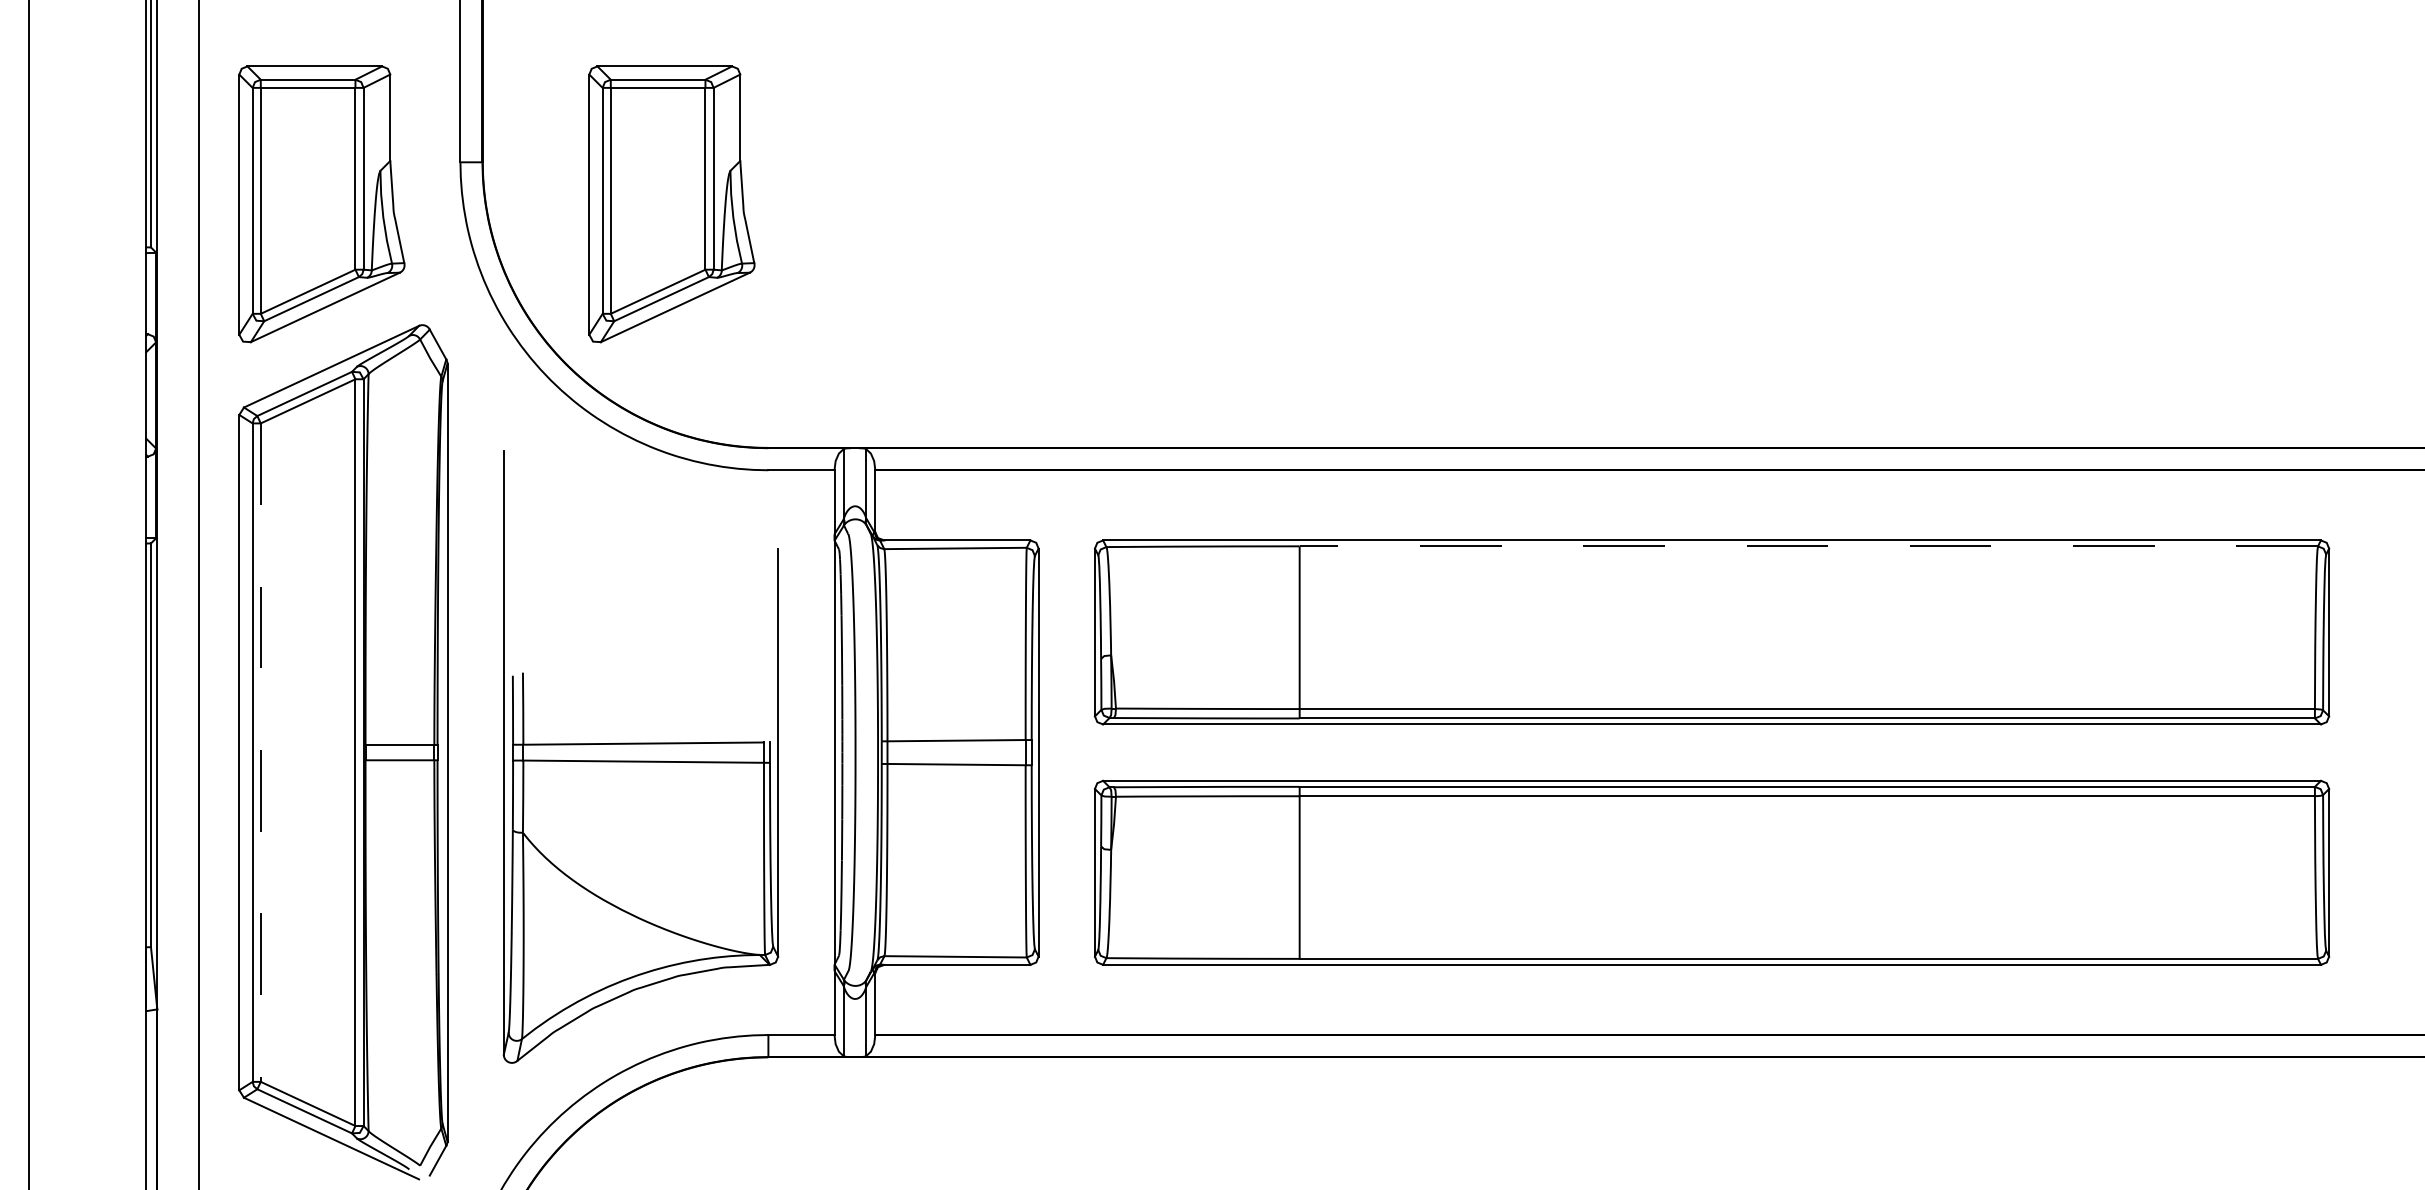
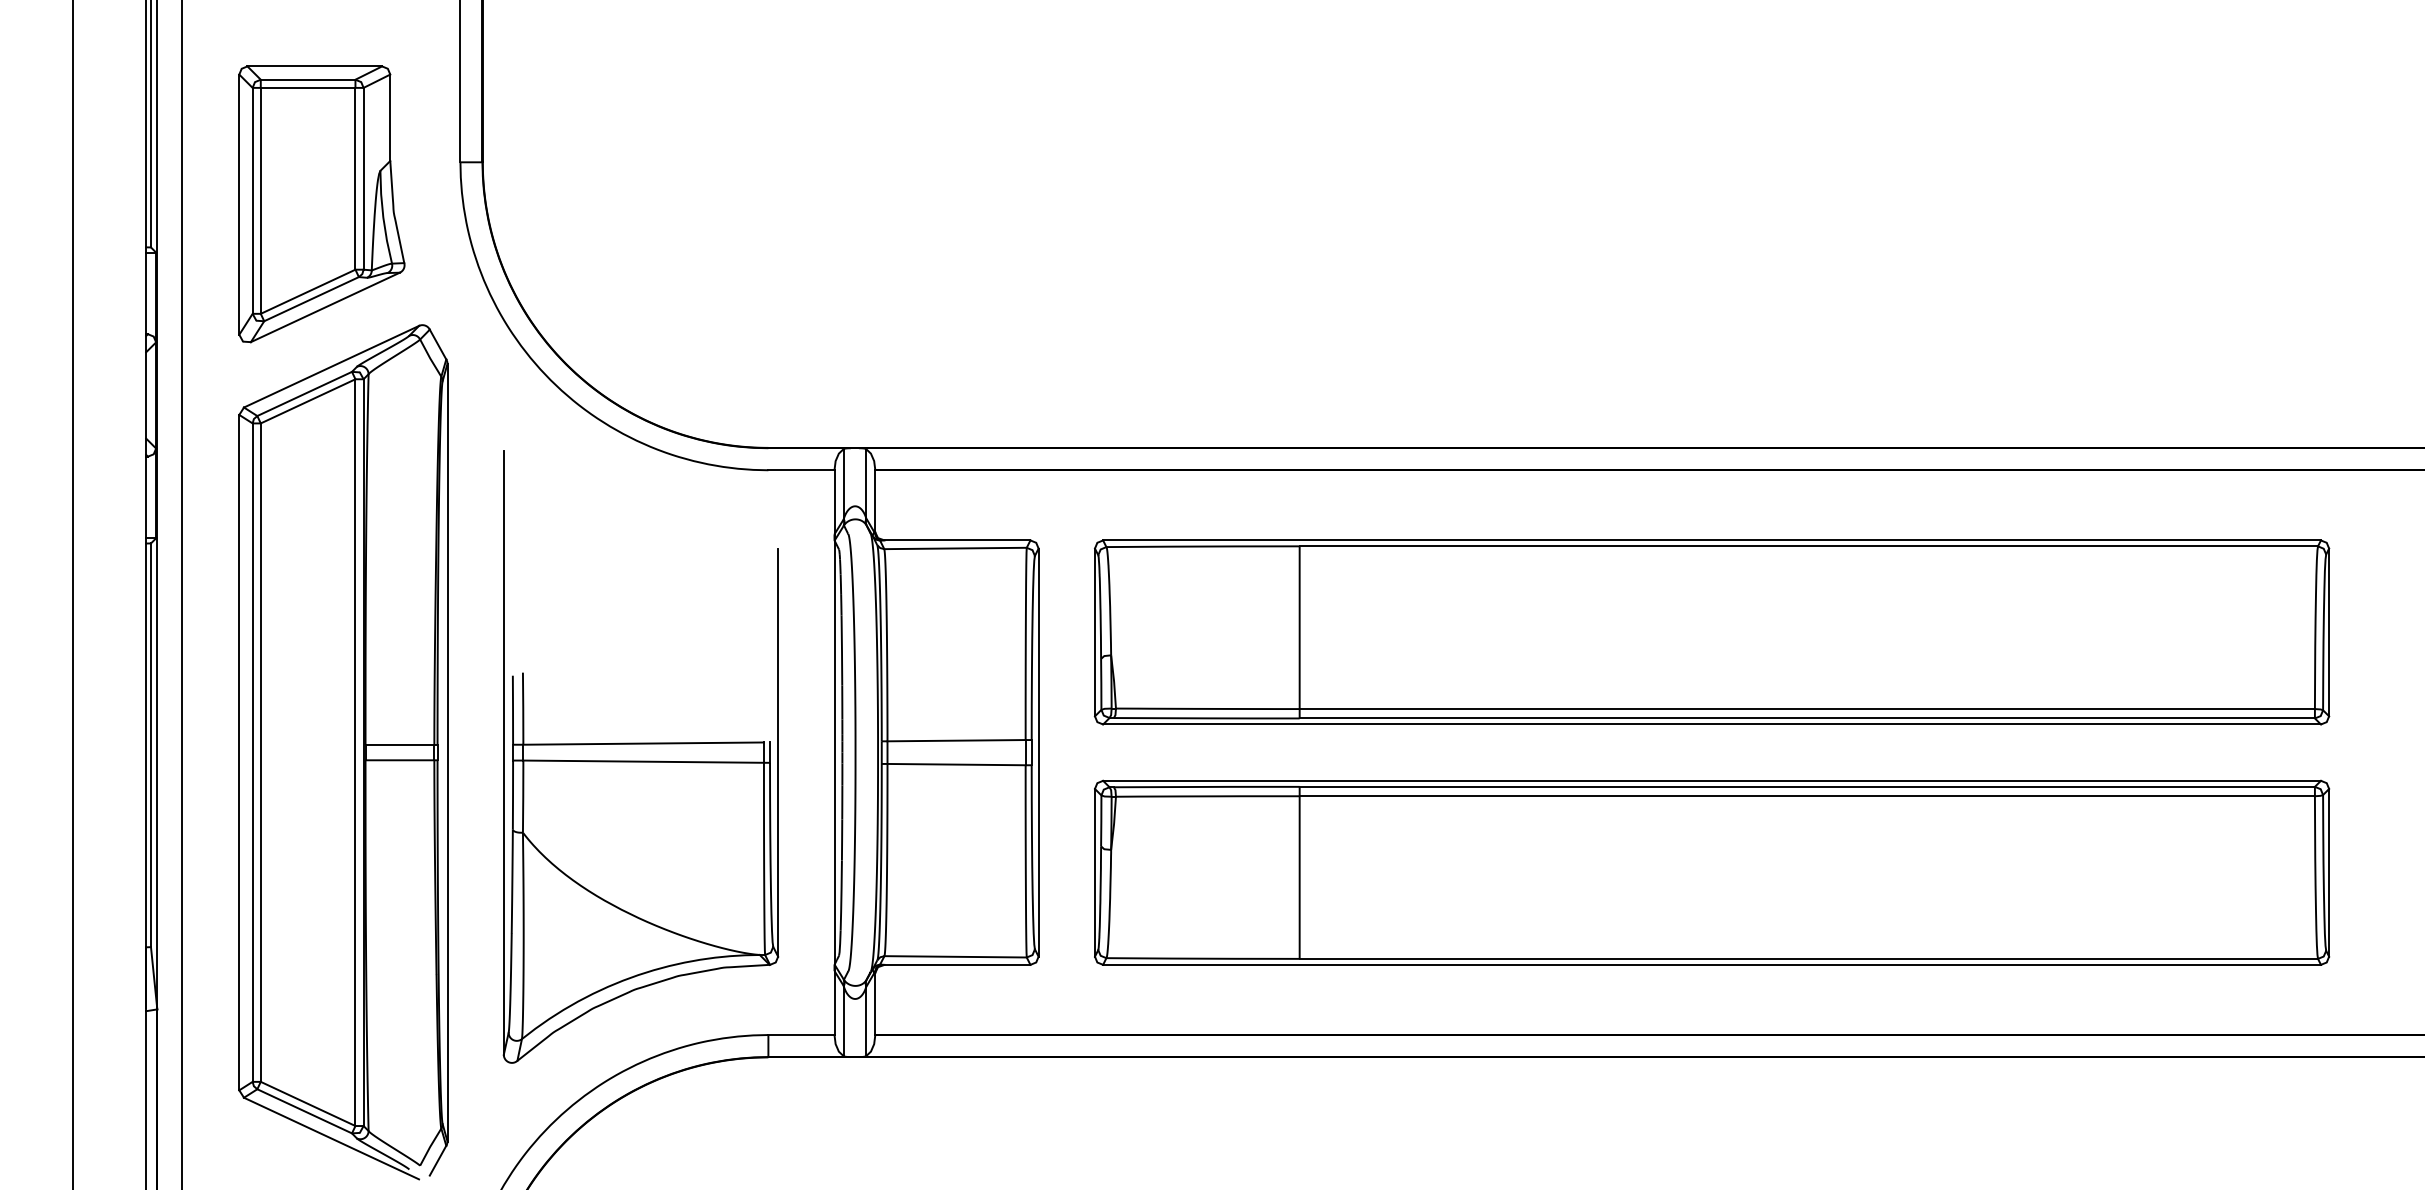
part at (671, 204): present -> none
line at (1808, 546): dashed -> solid
line at (28, 594) position: (28, 594) -> (72, 594)
line at (198, 594) position: (198, 594) -> (181, 594)
line at (260, 753): dashed -> solid
